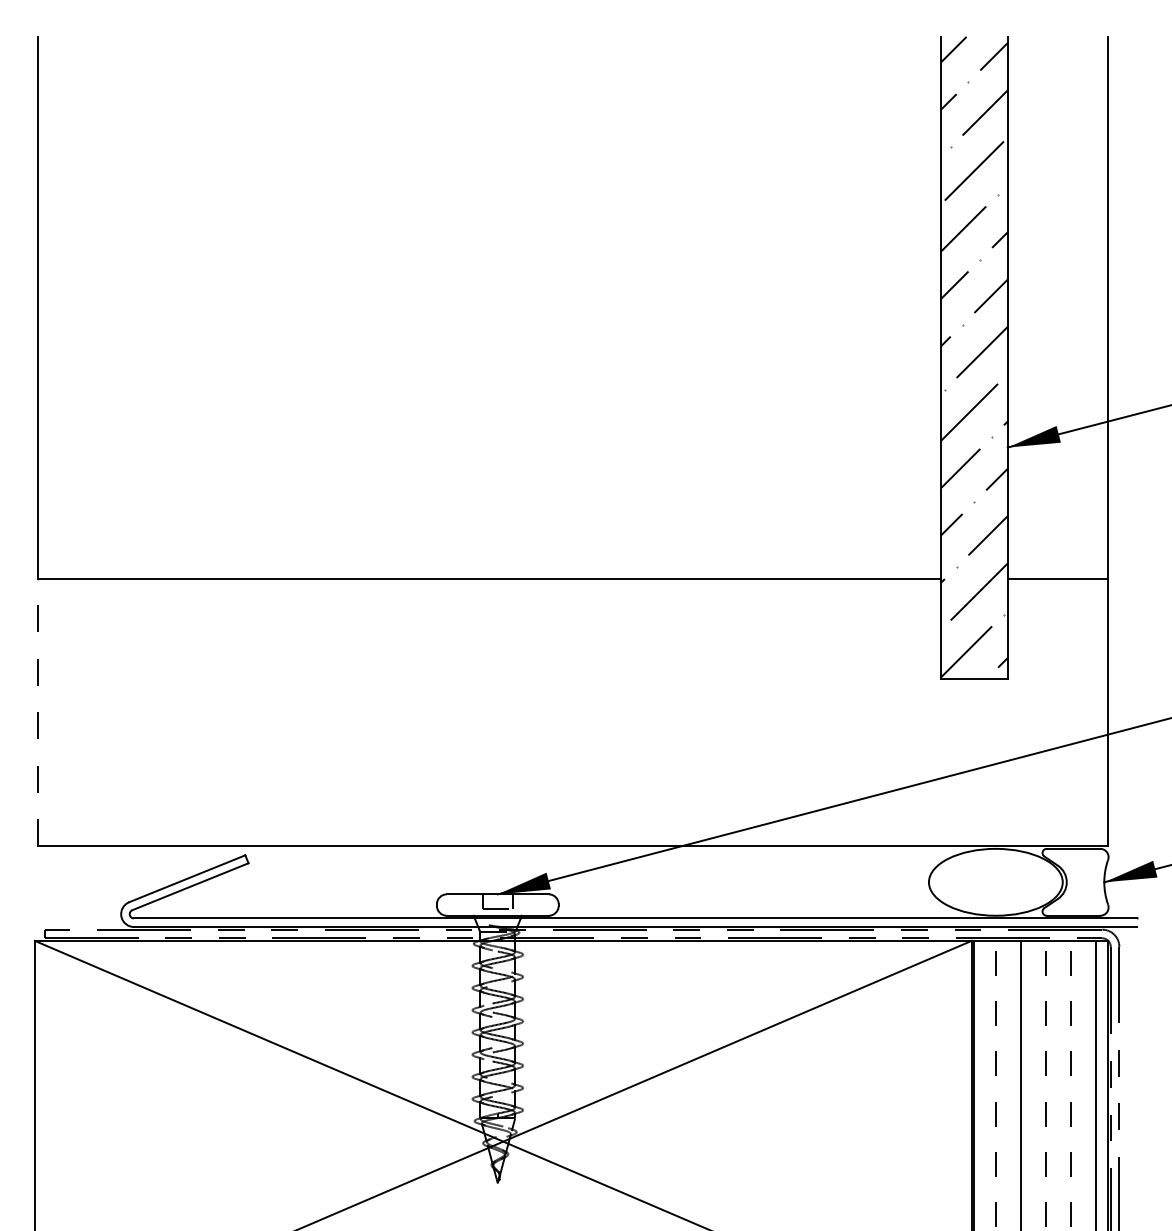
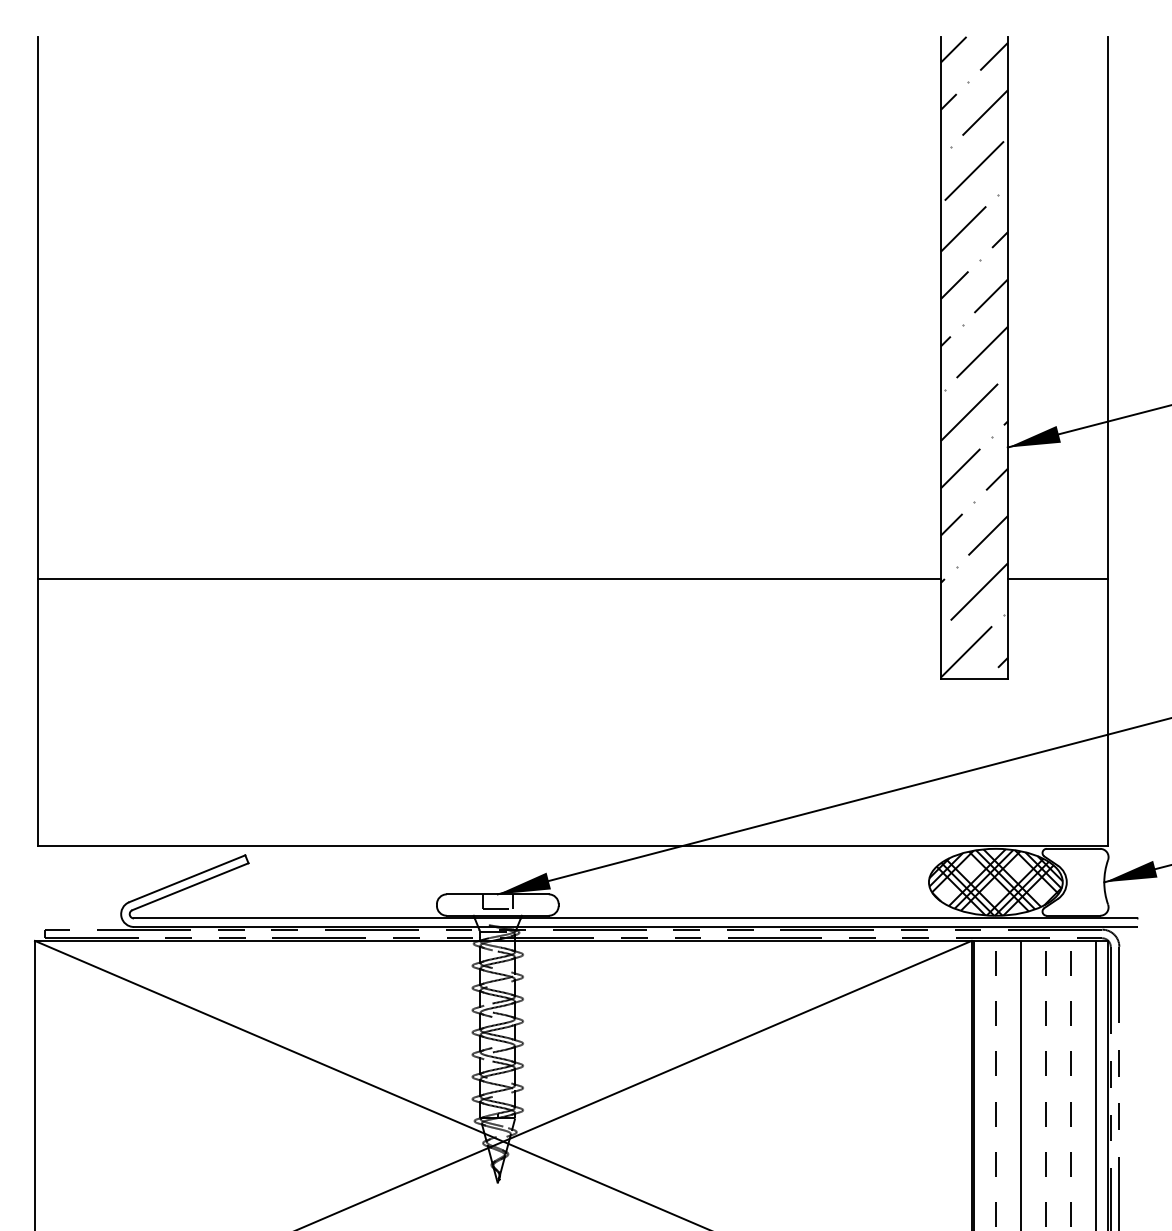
line at (37, 712): dashed -> solid
hatch at (995, 882): none -> present
